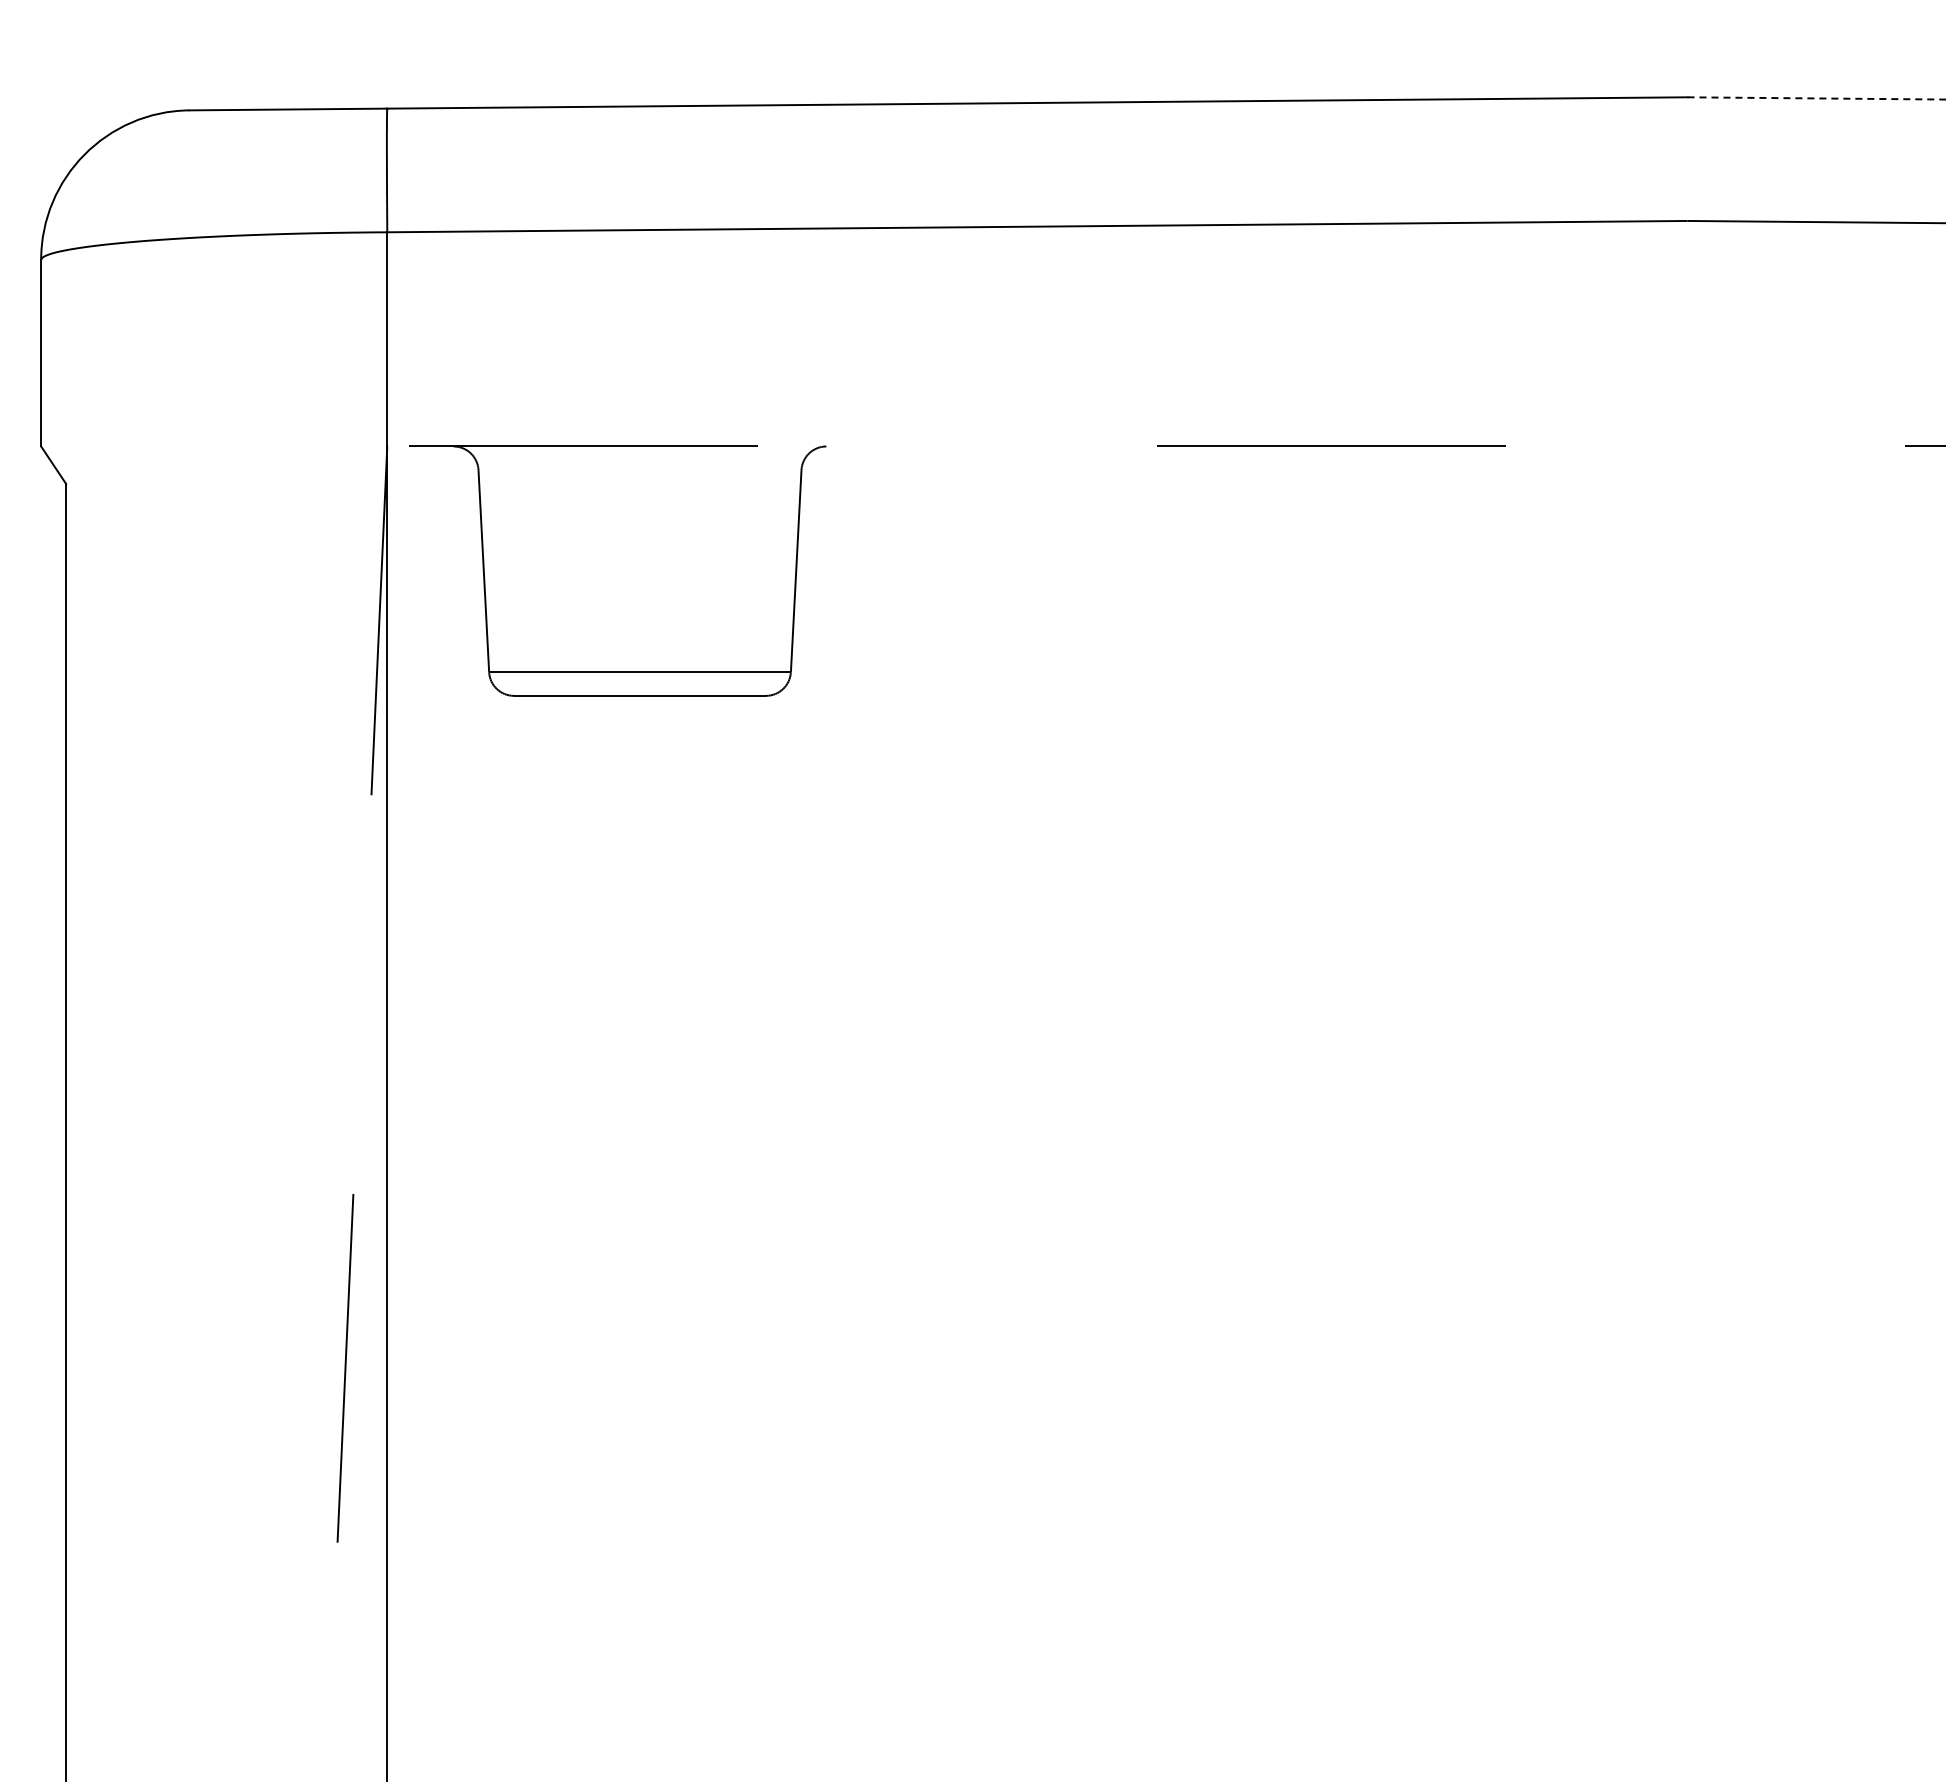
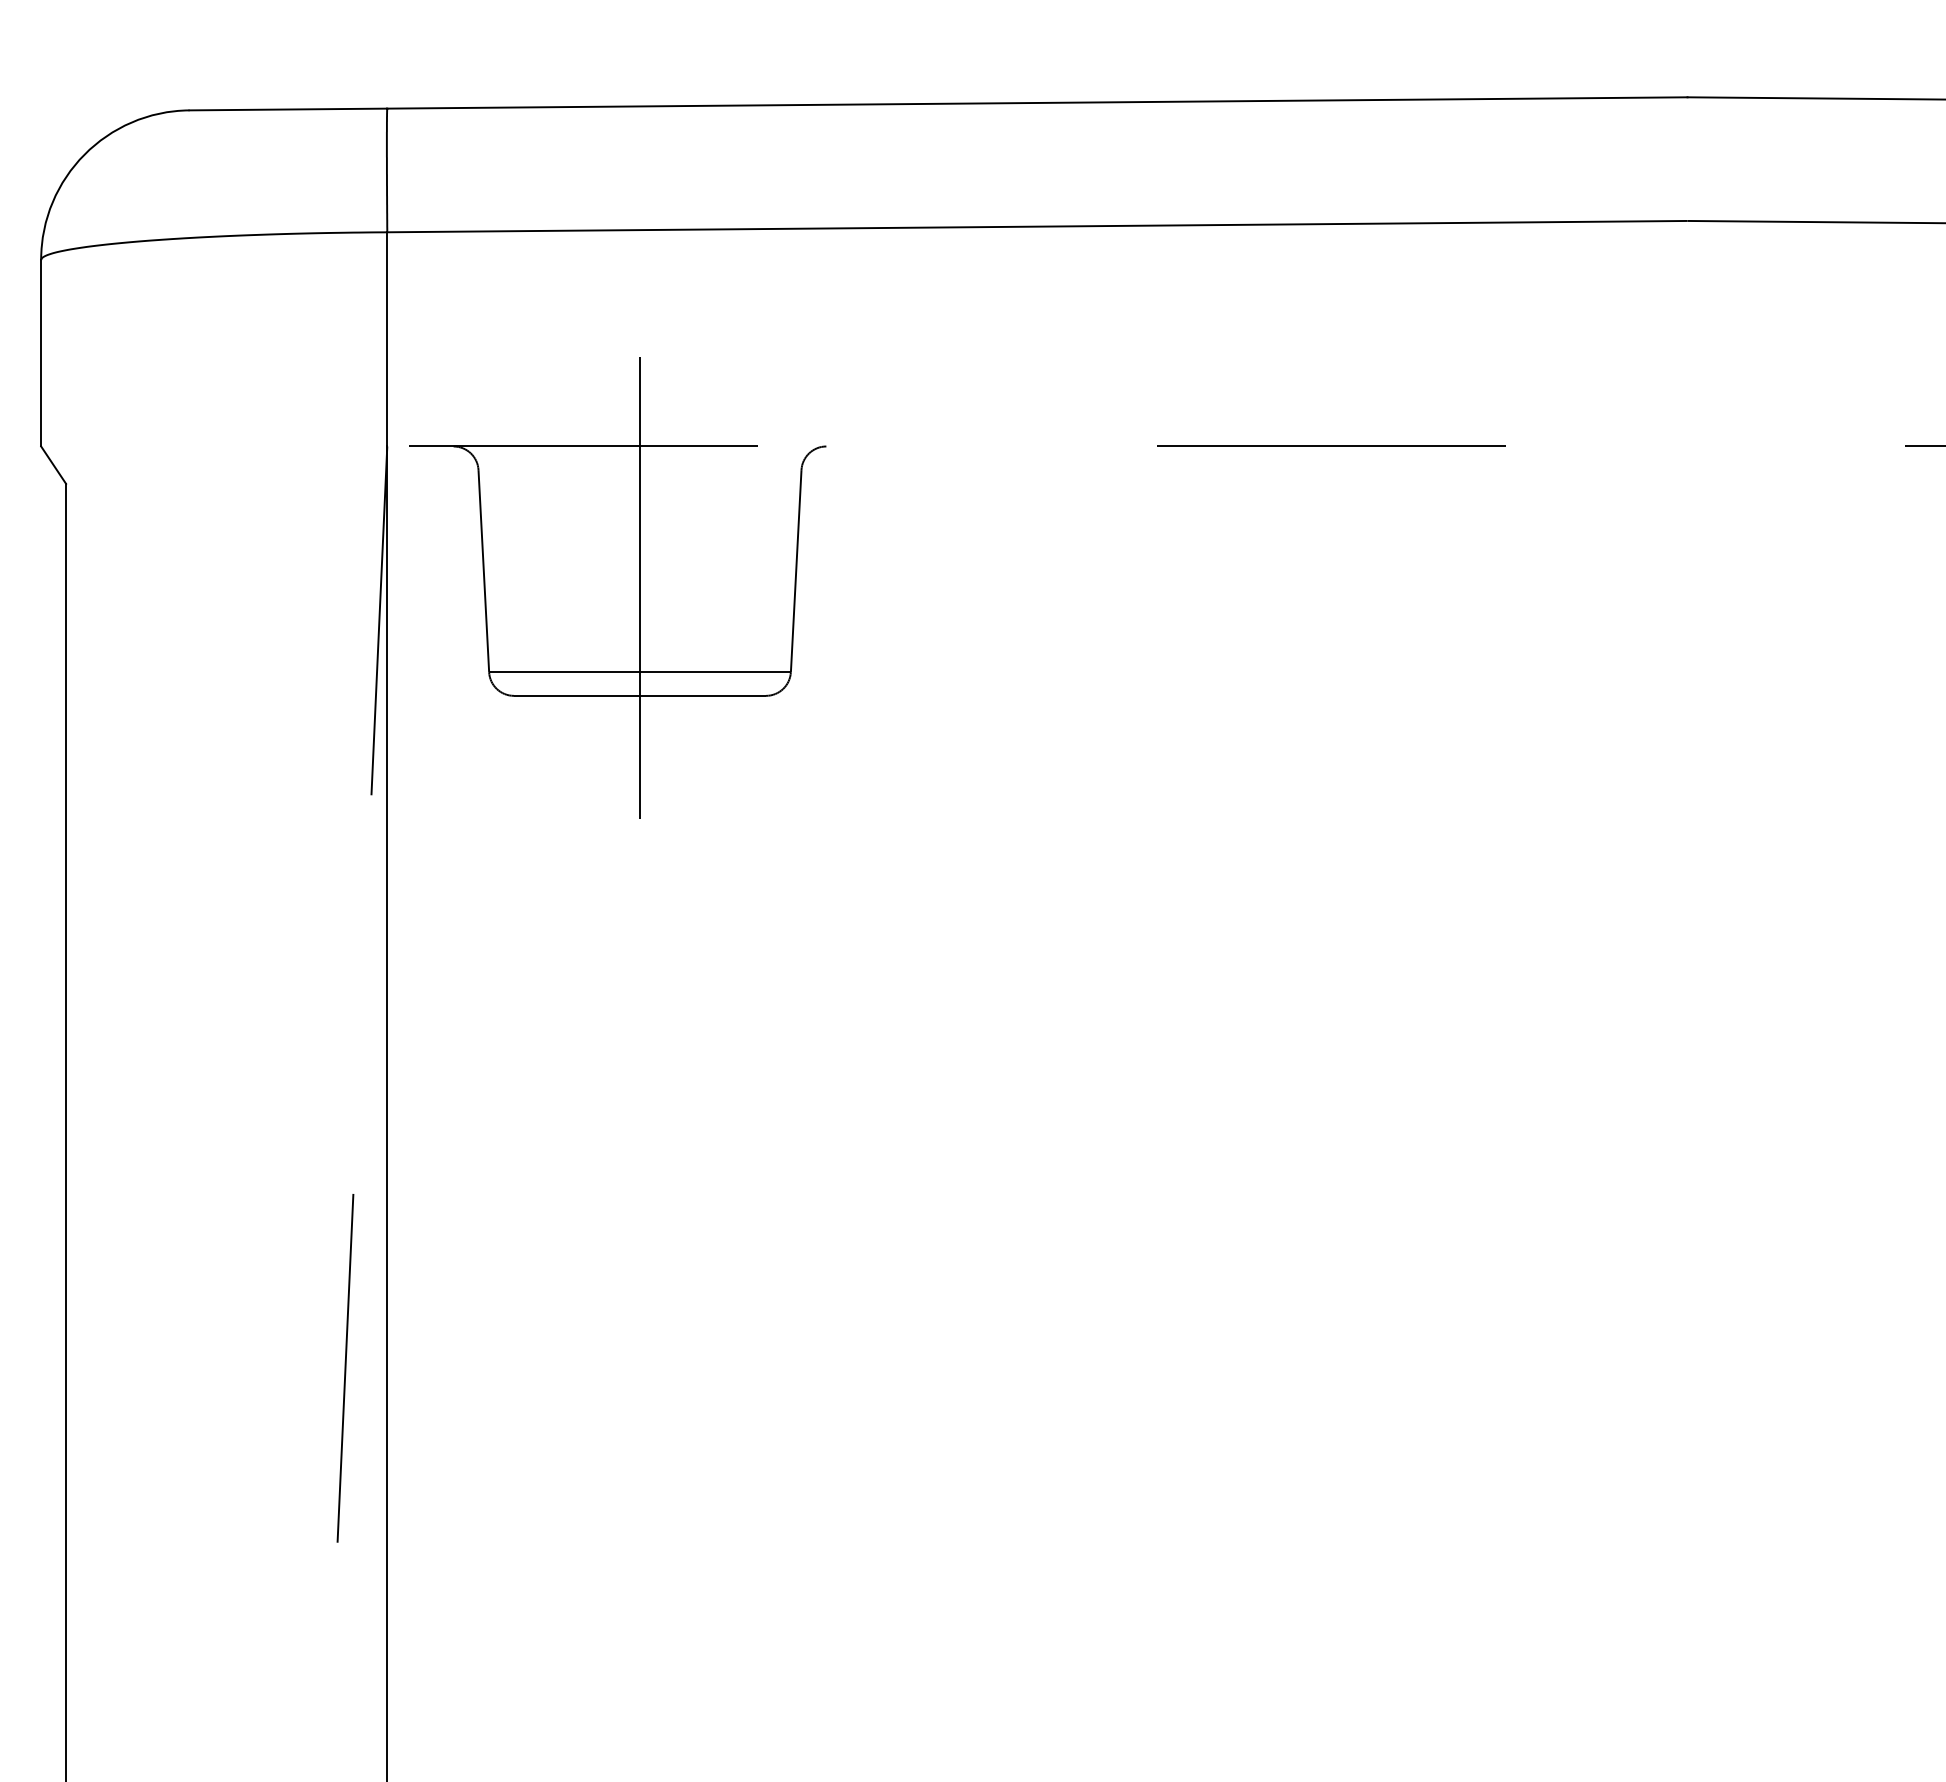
line at (1816, 98): dashed -> solid
line at (640, 587): none -> present
